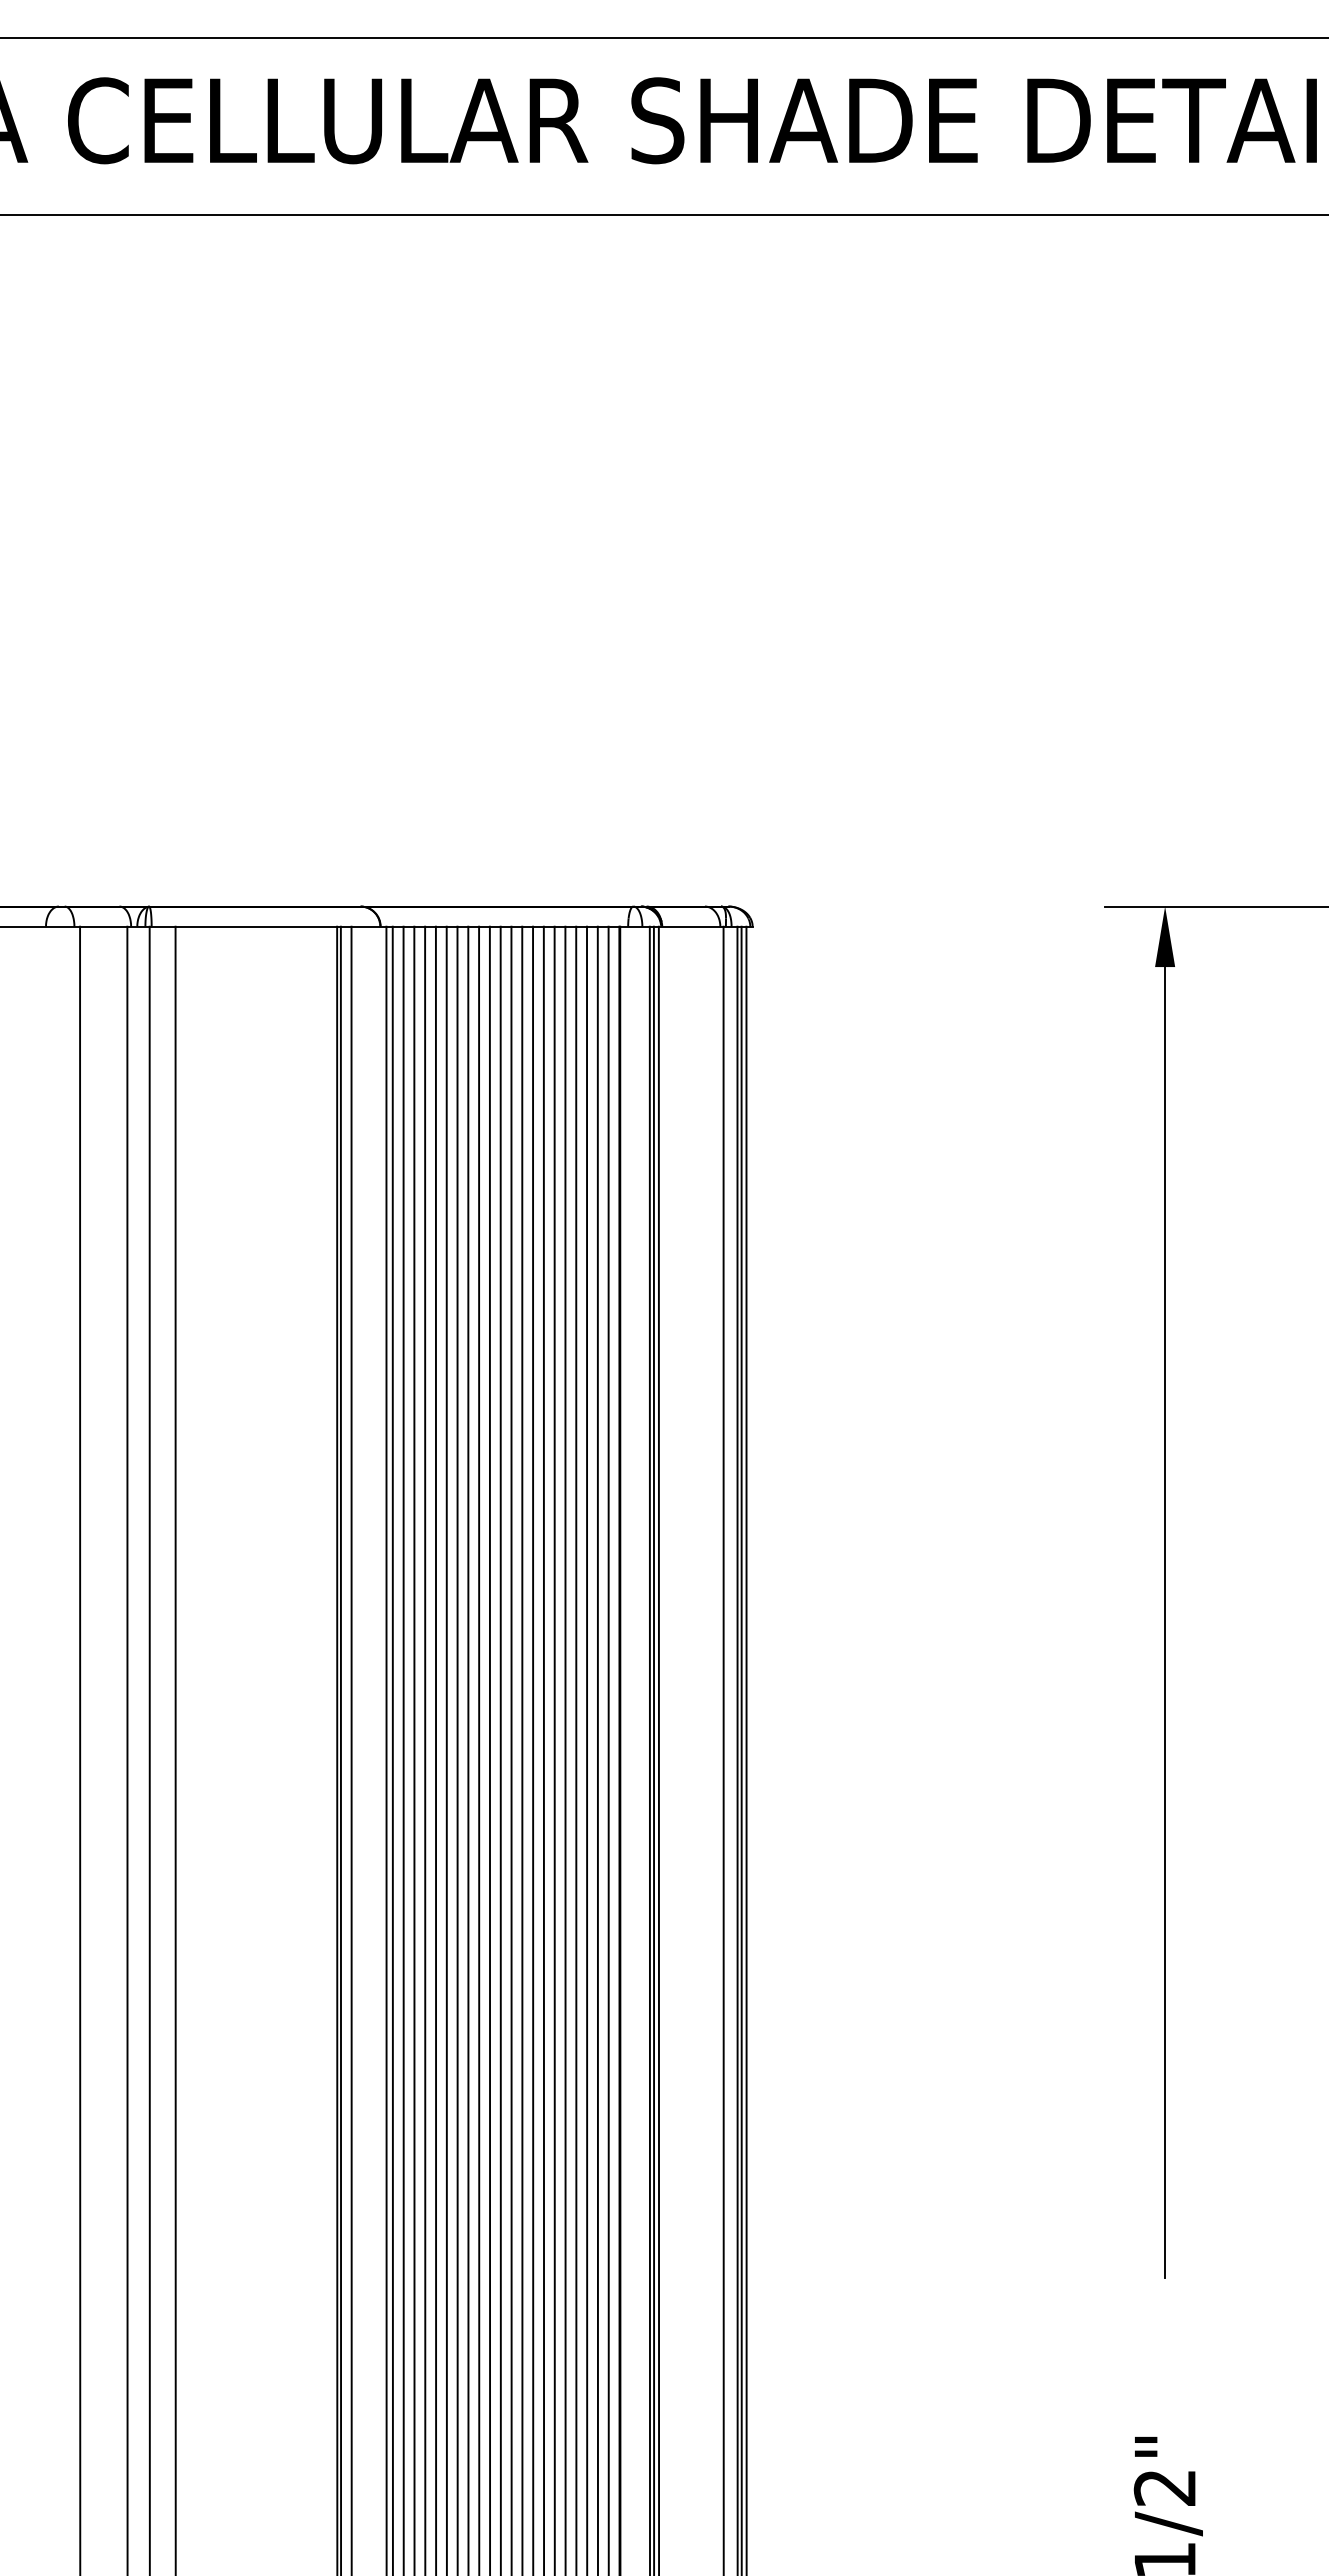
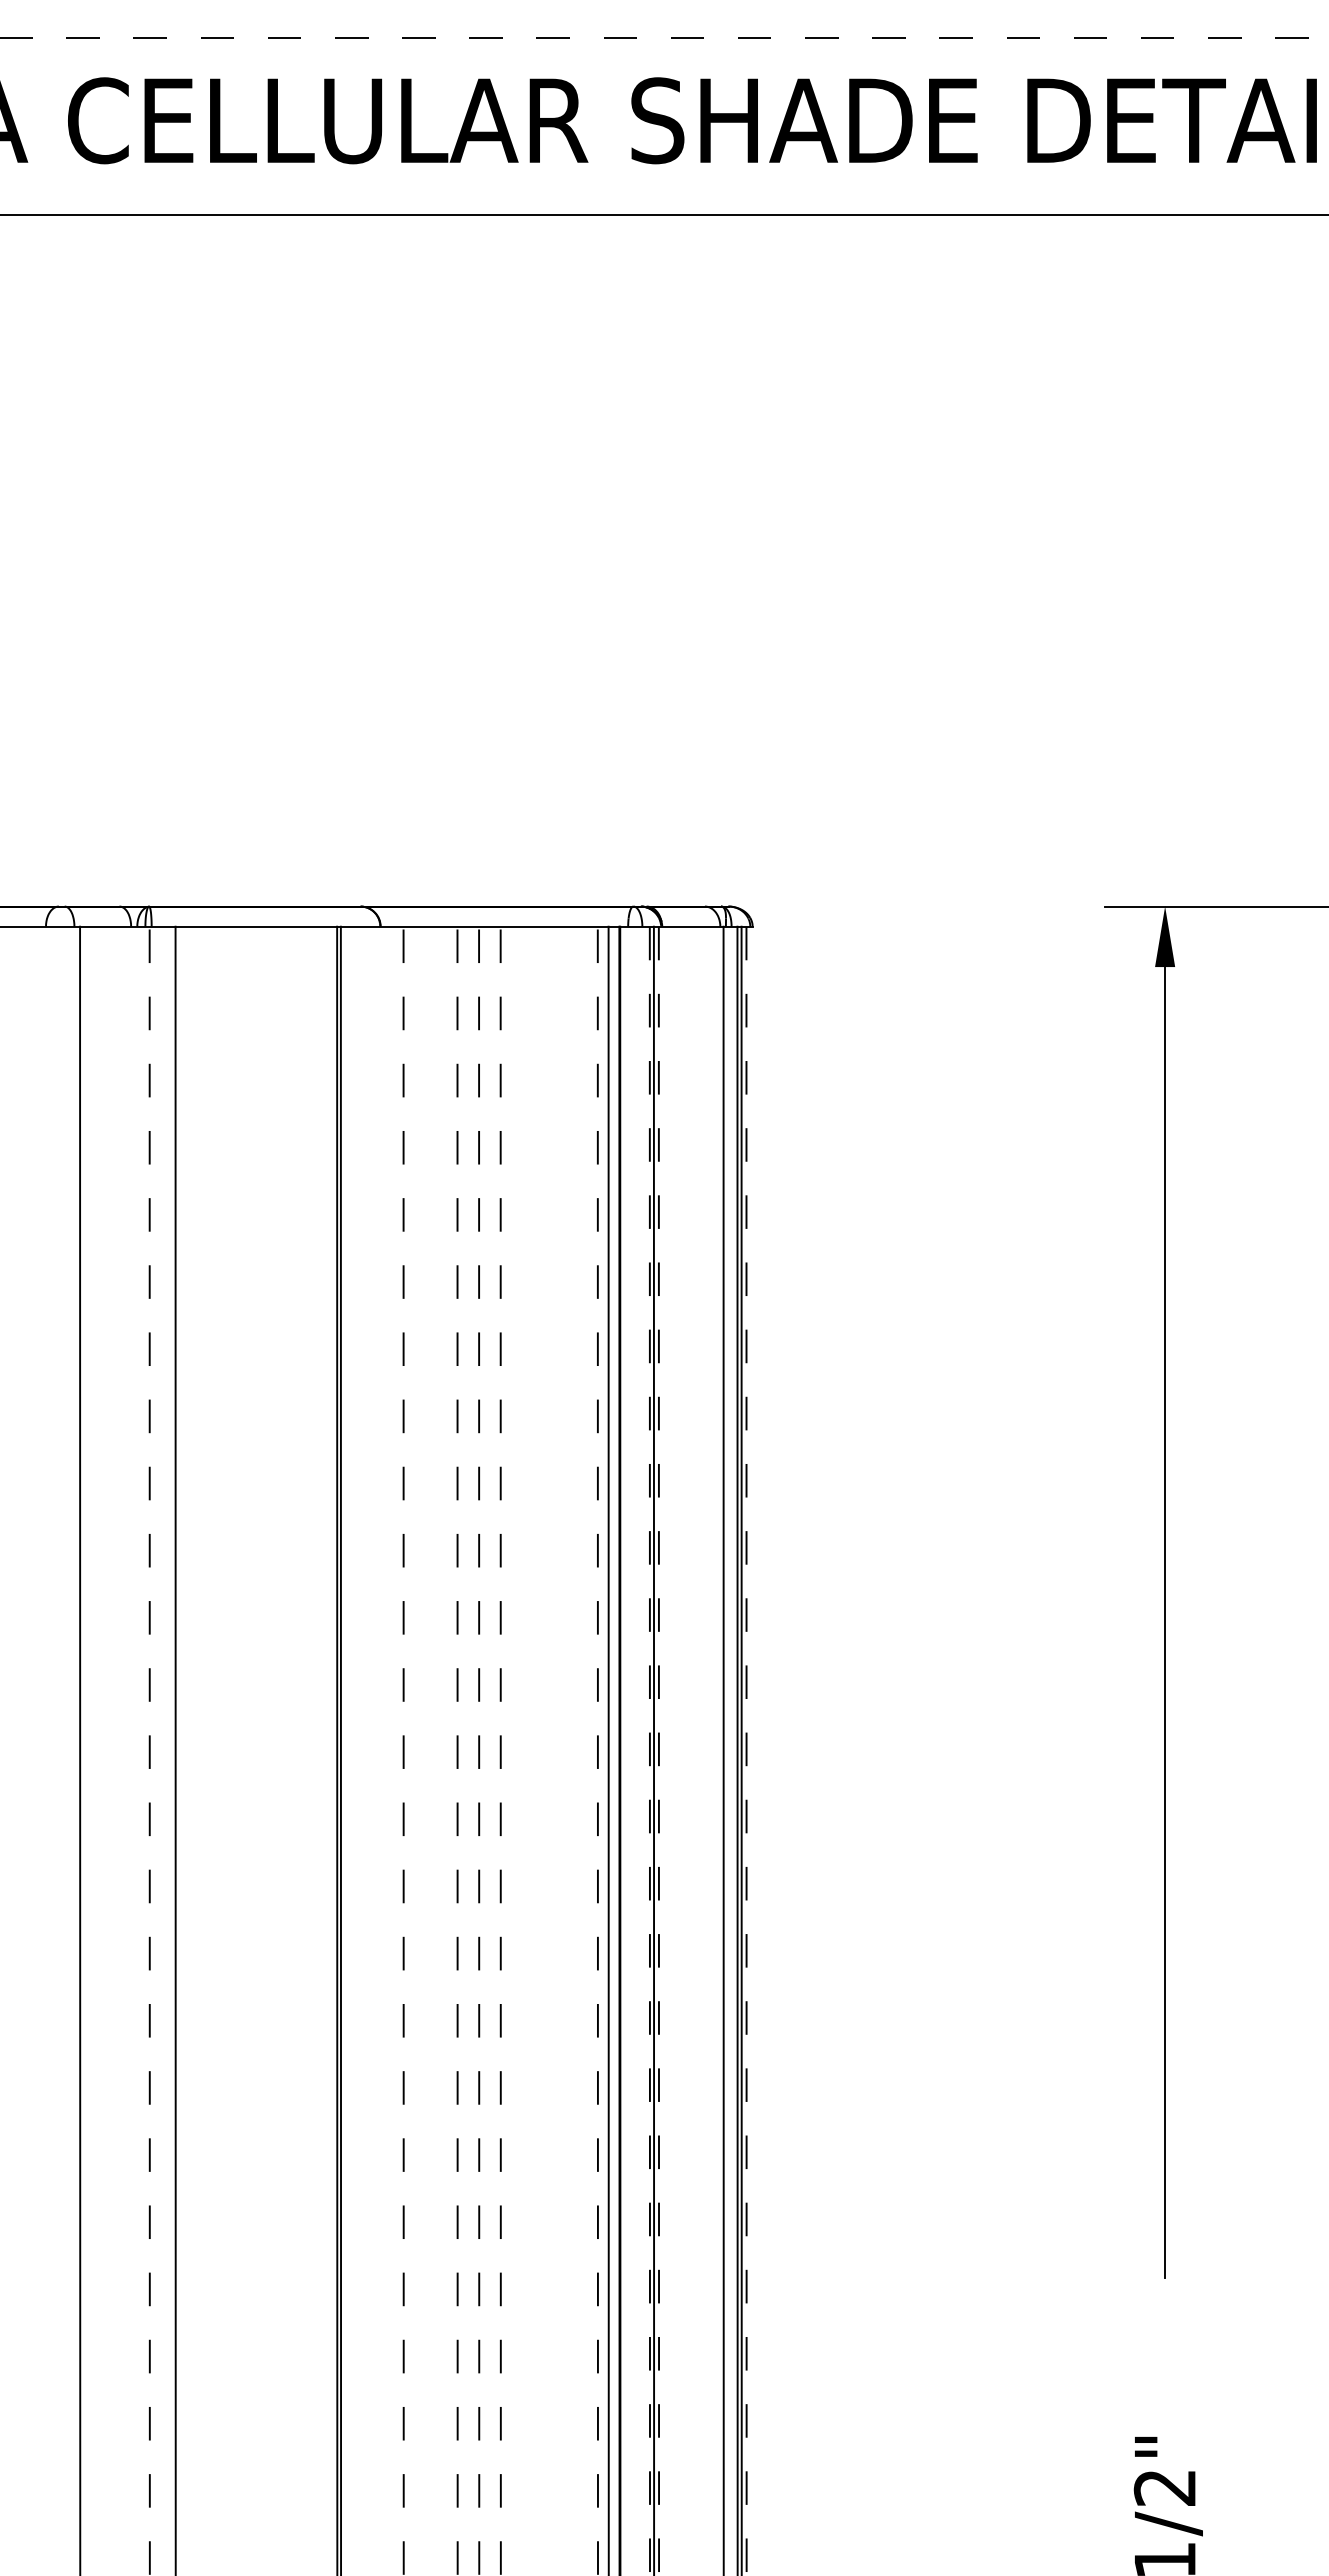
line at (664, 37): solid -> dashed
line at (127, 1749): present -> none
line at (351, 1749): present -> none
line at (386, 1749): present -> none
line at (392, 1749): present -> none
line at (414, 1749): present -> none
line at (425, 1749): present -> none
line at (435, 1749): present -> none
line at (446, 1749): present -> none
line at (468, 1749): present -> none
line at (489, 1749): present -> none
line at (511, 1749): present -> none
line at (522, 1749): present -> none
line at (533, 1749): present -> none
line at (543, 1749): present -> none
line at (554, 1749): present -> none
line at (565, 1749): present -> none
line at (576, 1749): present -> none
line at (587, 1749): present -> none
line at (149, 1750): solid -> dashed
line at (403, 1750): solid -> dashed
line at (457, 1750): solid -> dashed
line at (479, 1750): solid -> dashed
line at (500, 1750): solid -> dashed
line at (597, 1750): solid -> dashed
line at (649, 1751): solid -> dashed
line at (658, 1751): solid -> dashed
line at (746, 1751): solid -> dashed
